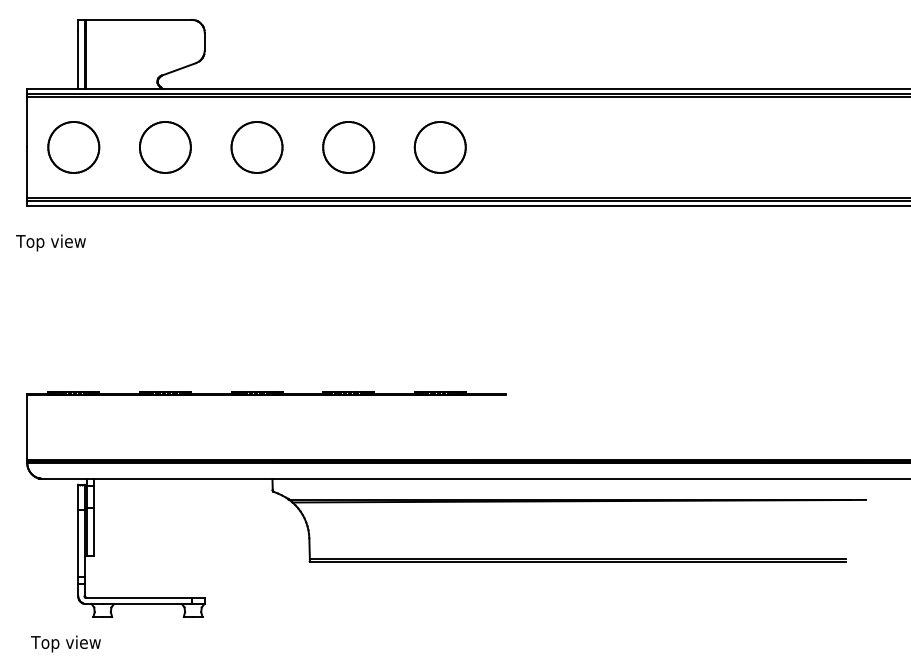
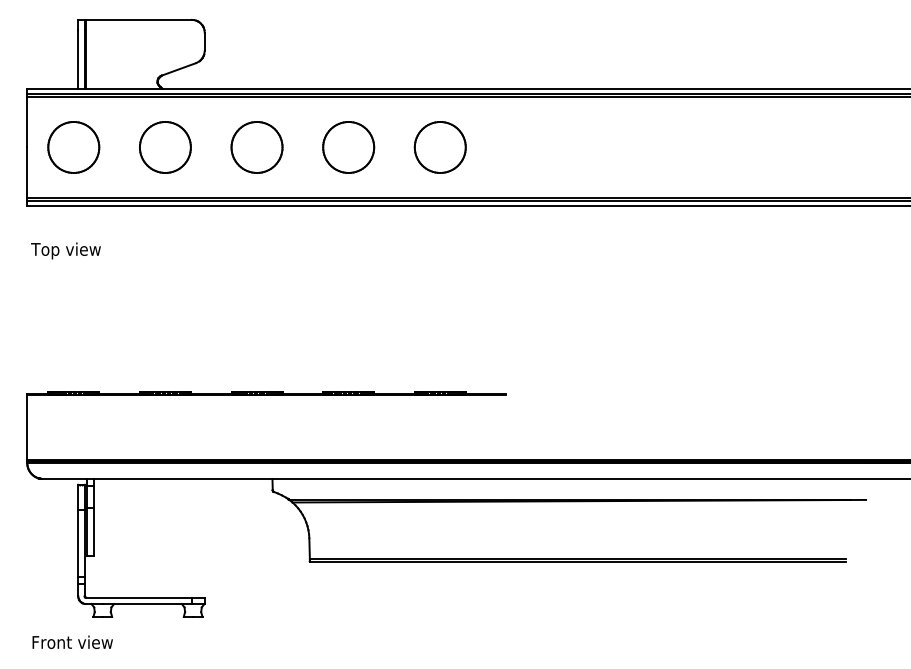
text at (50, 242) position: (50, 242) -> (65, 250)
text at (71, 643): Top view -> Front view
